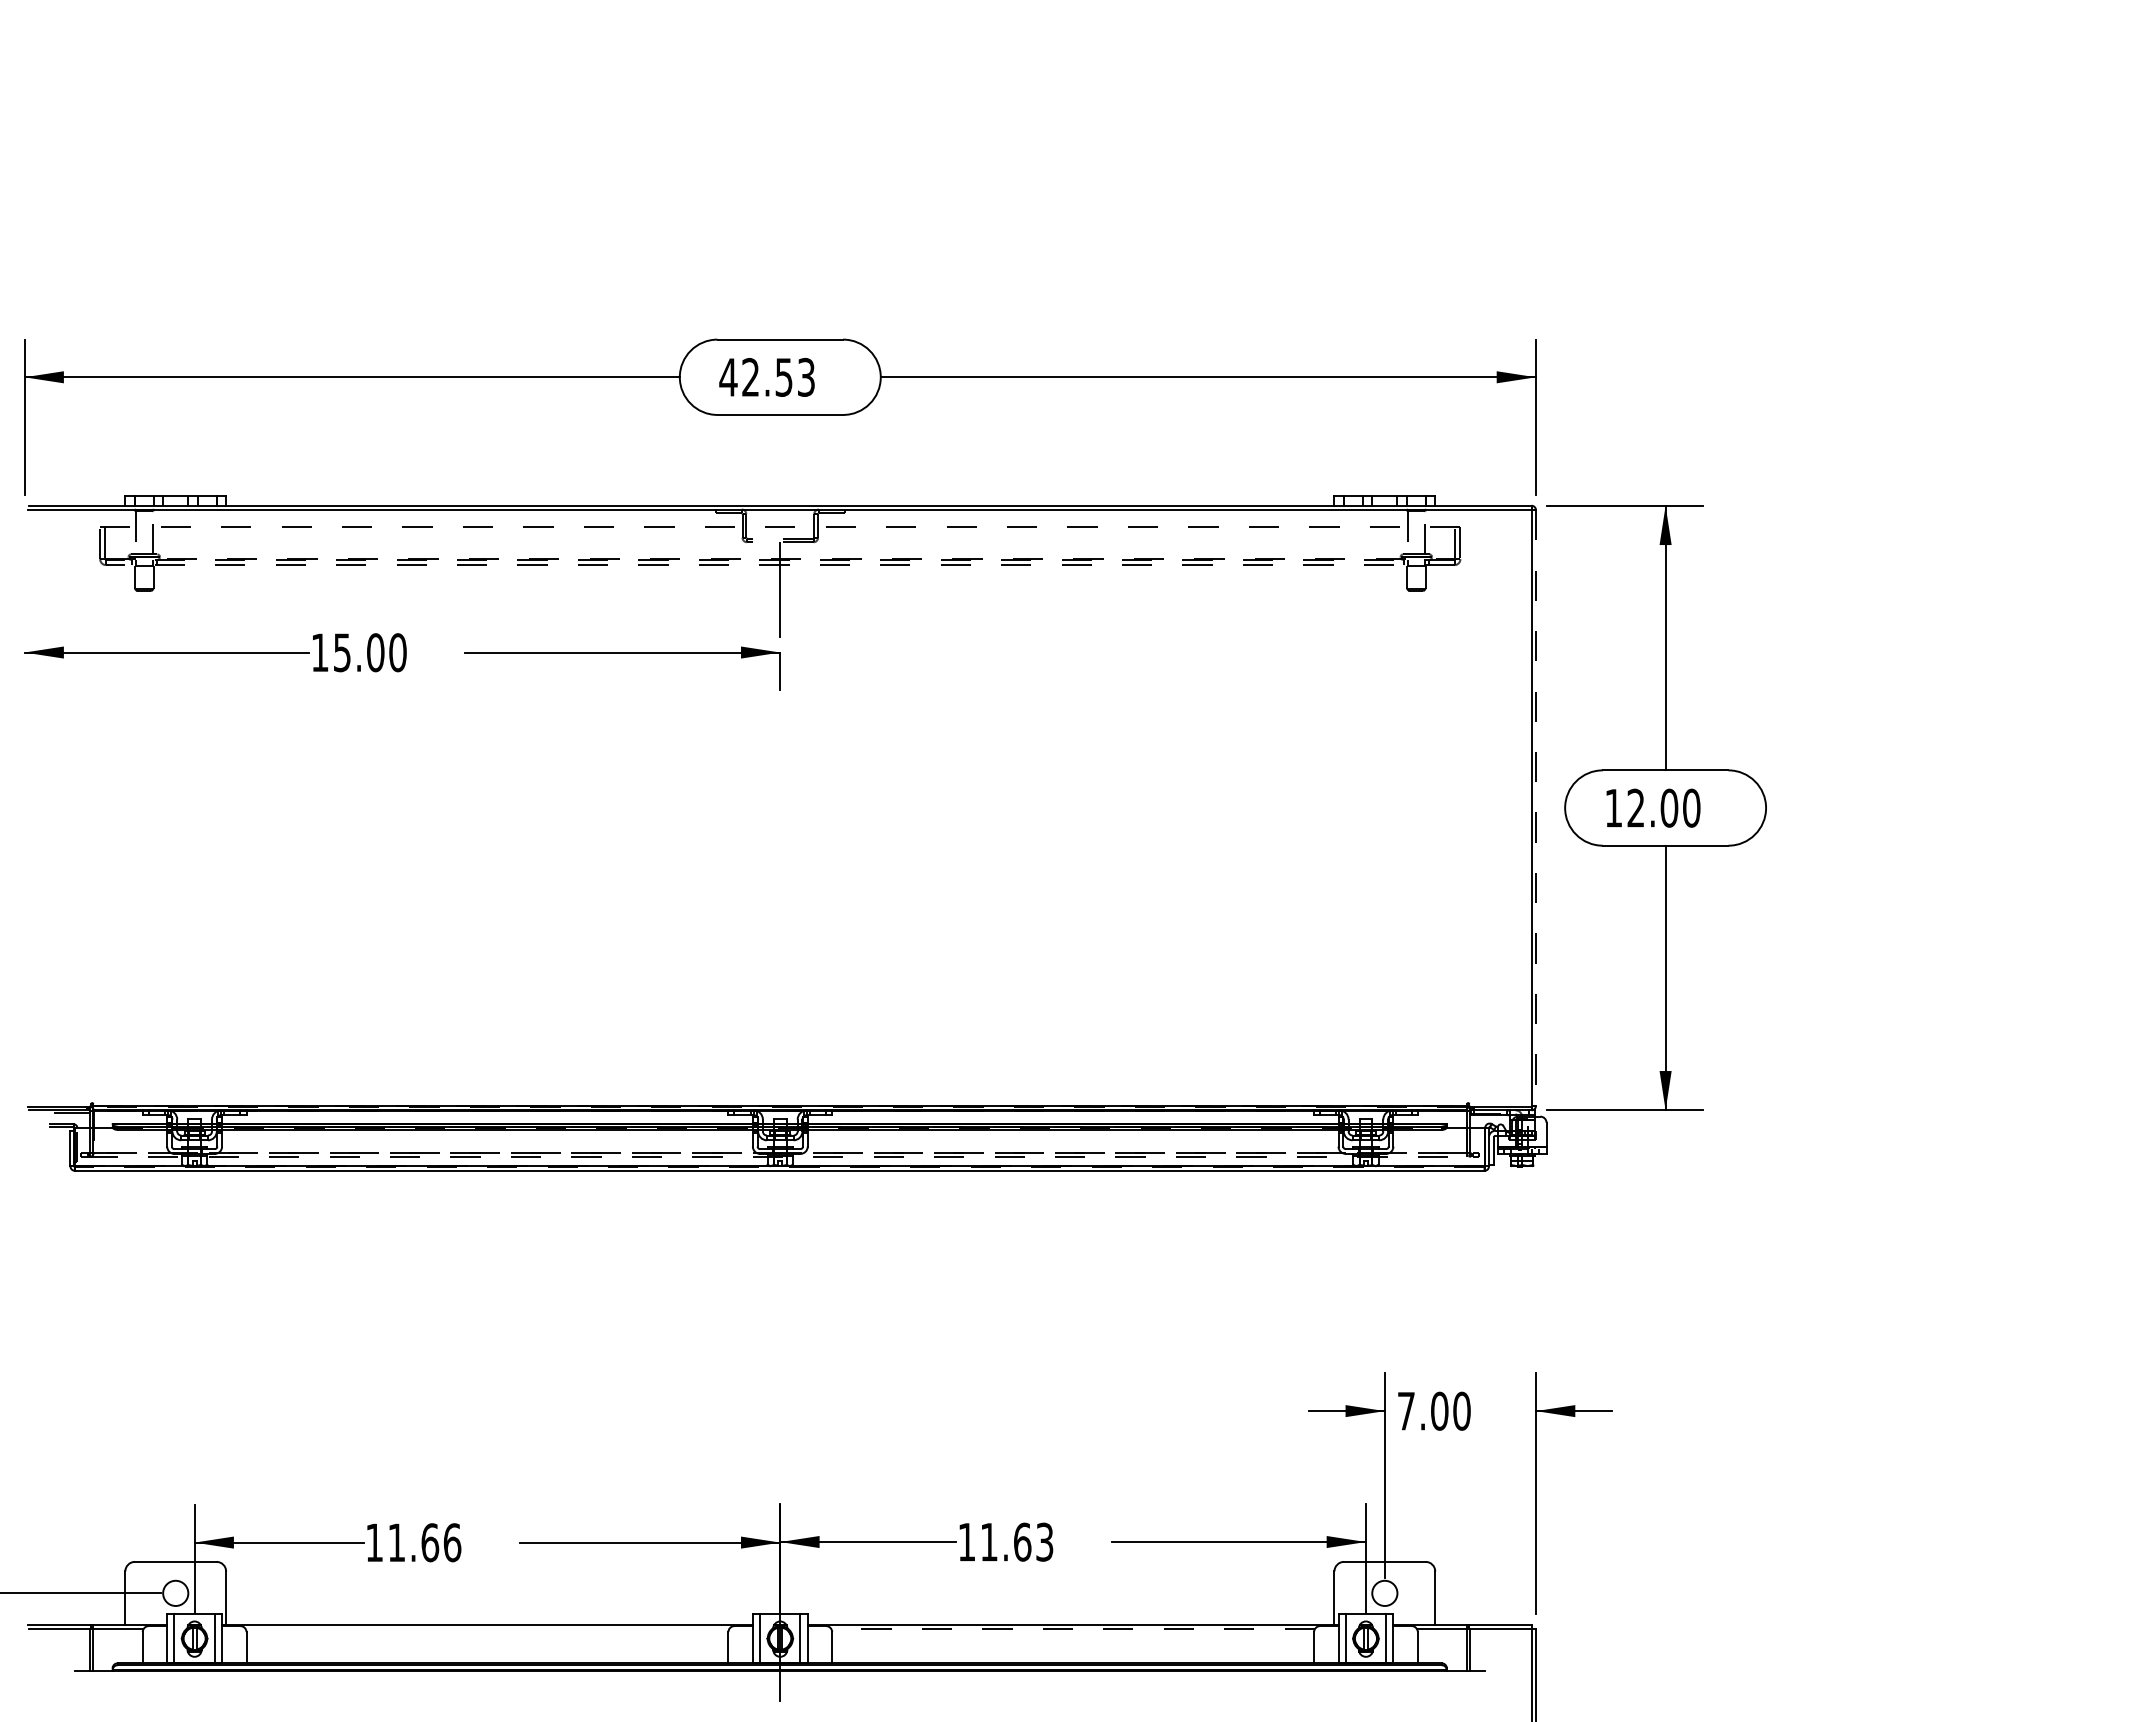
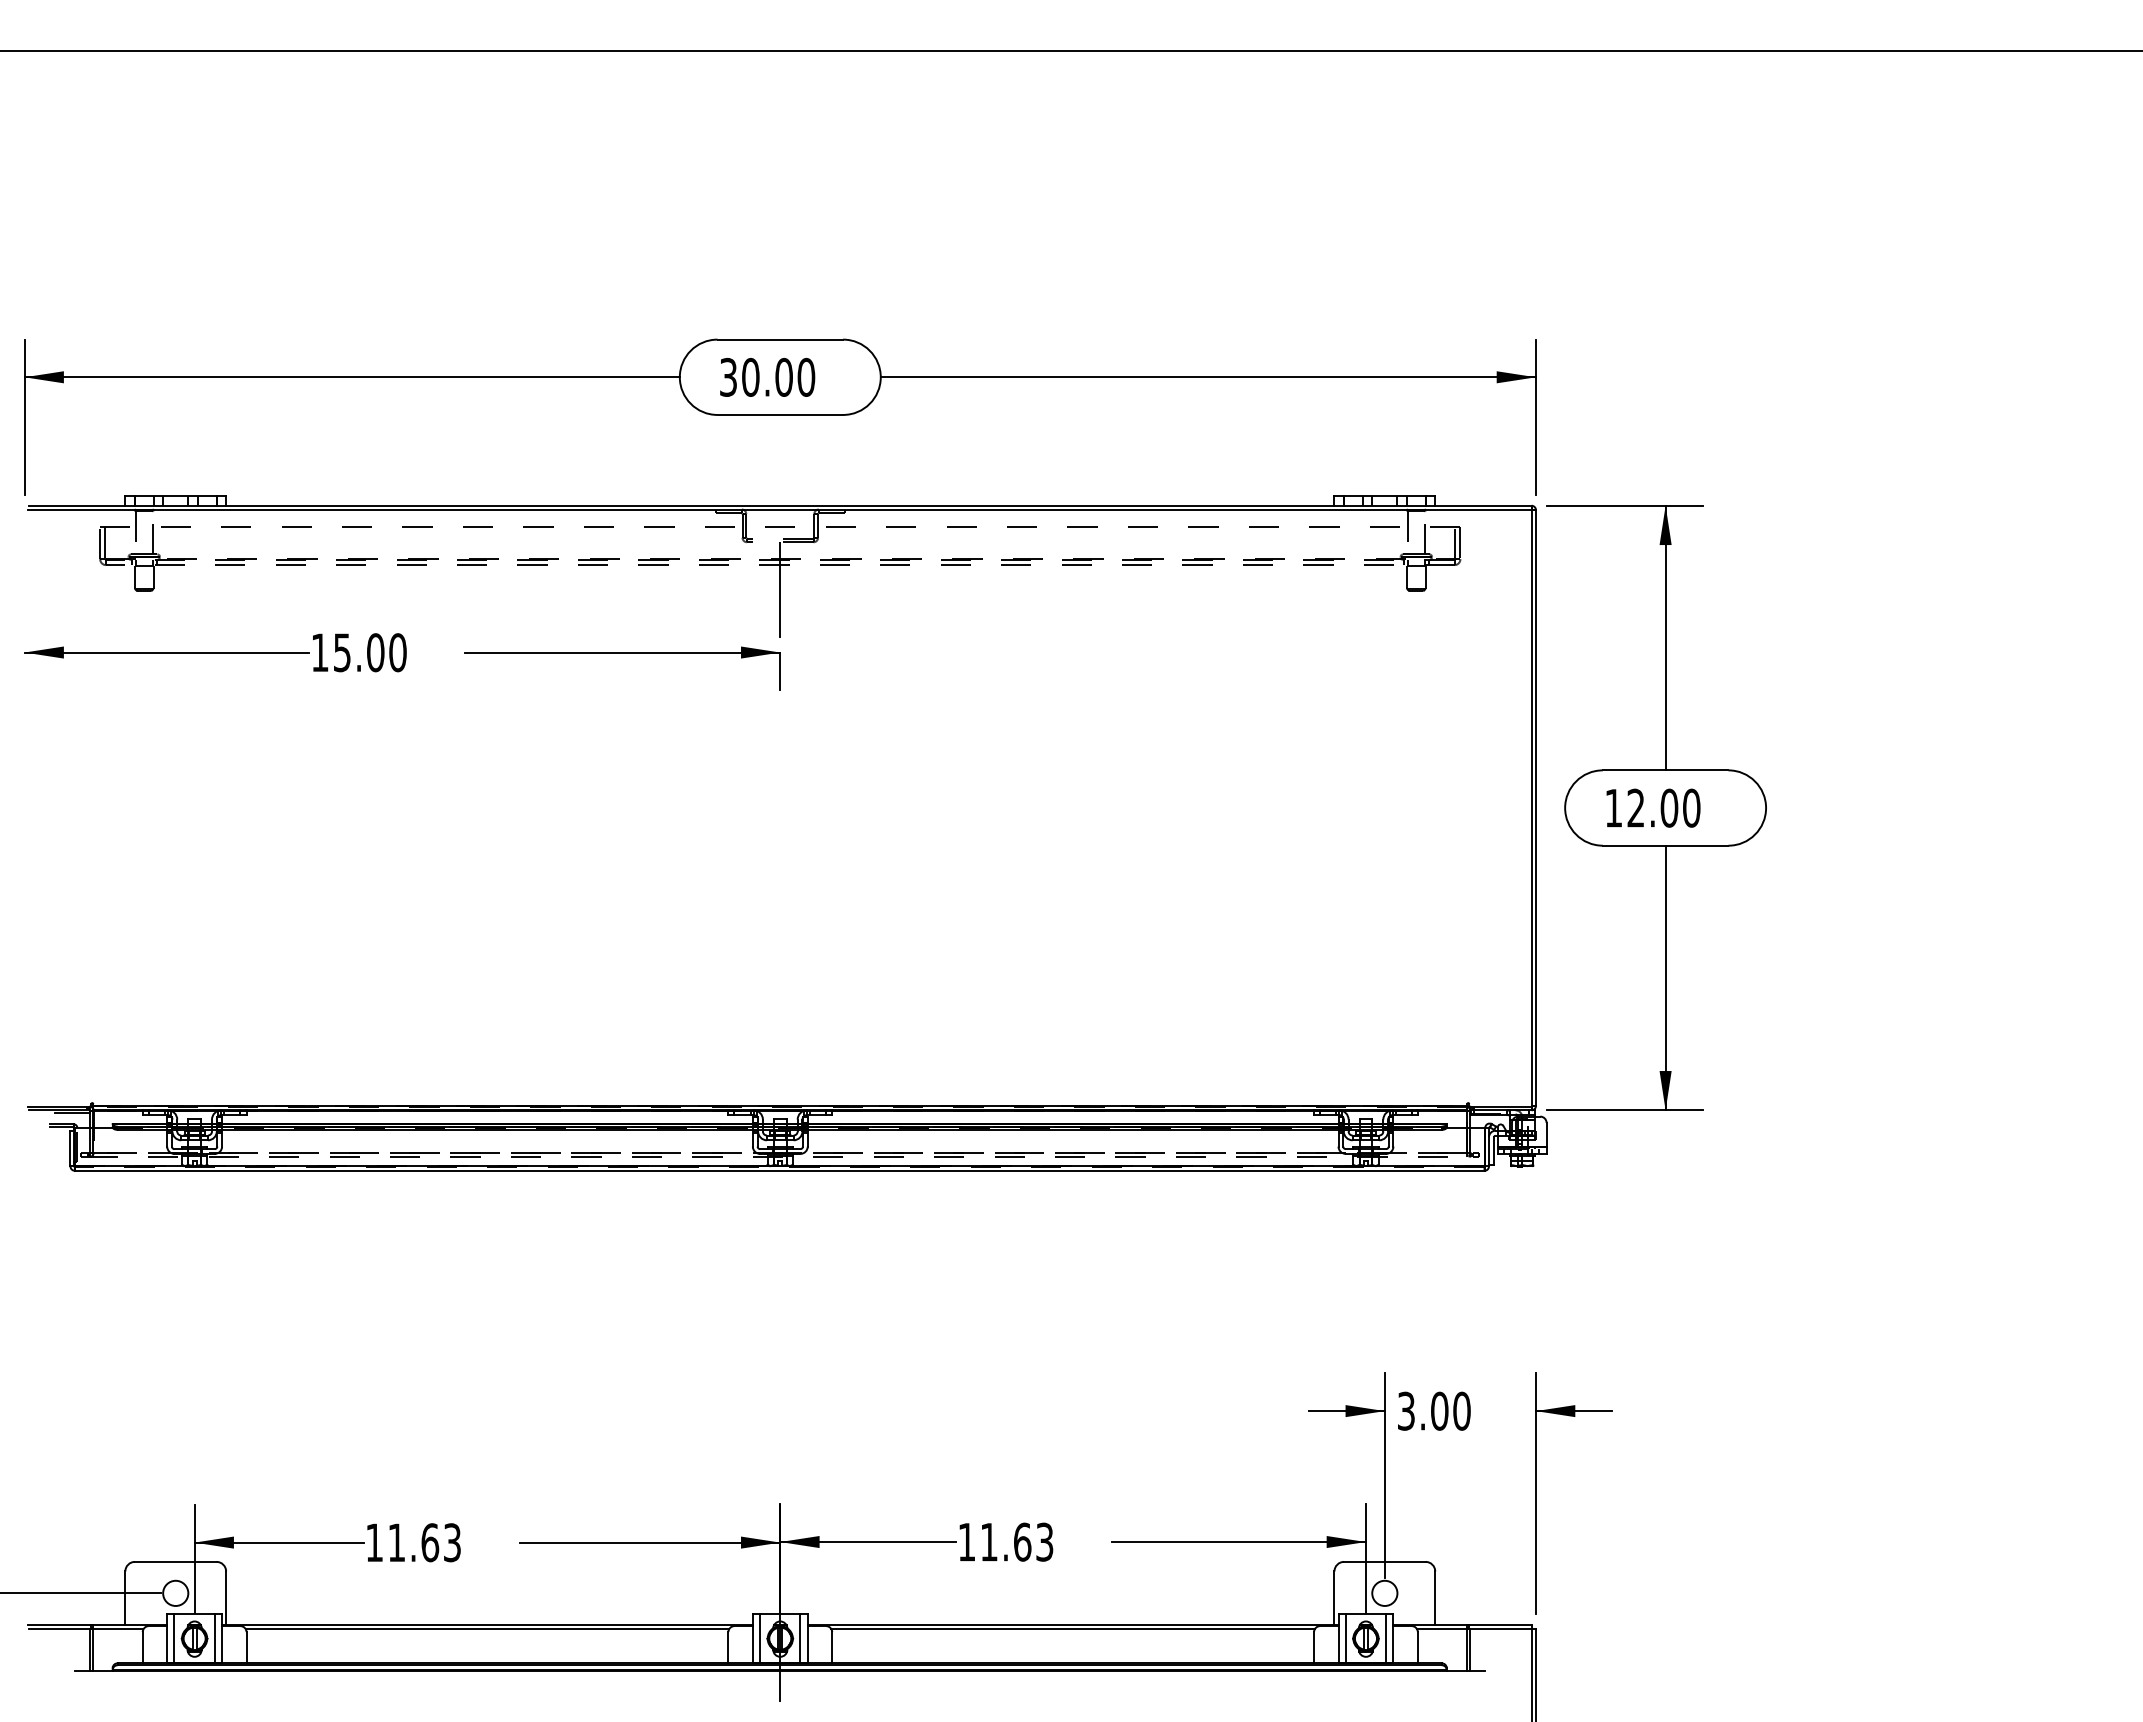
line at (1070, 51): none -> present
text at (767, 376): 42.53 -> 30.00
line at (1536, 808): dashed -> solid
text at (1406, 1410): 7.00 -> 3.00
text at (452, 1542): 11.66 -> 11.63
line at (487, 1629): none -> present
line at (1073, 1629): dashed -> solid
